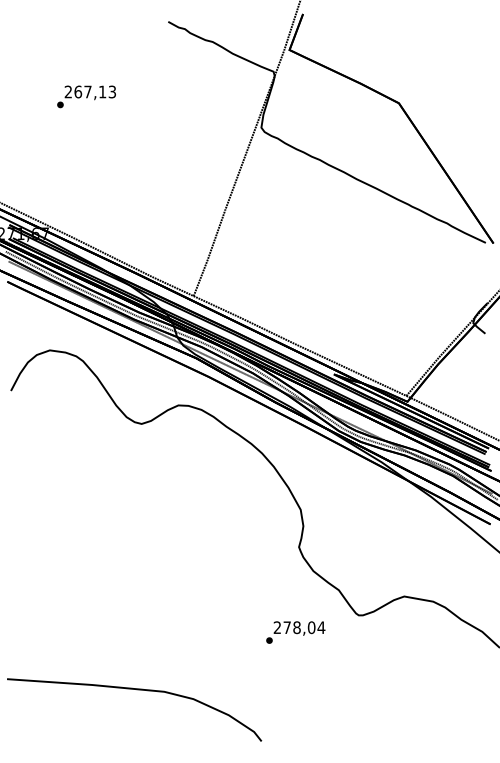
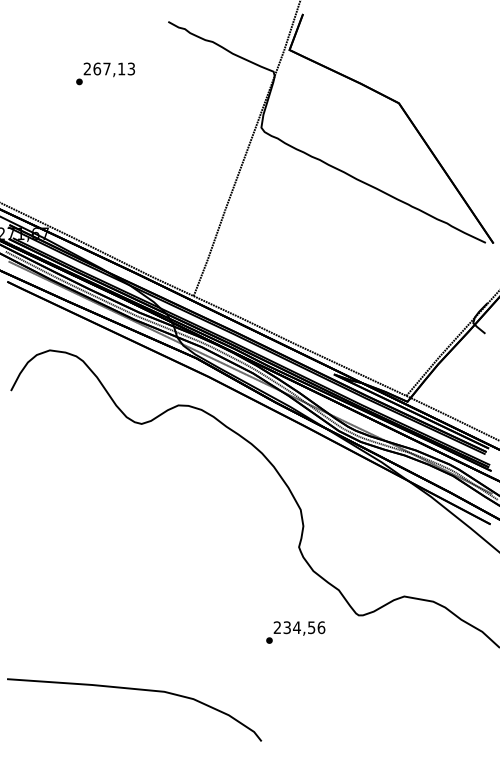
text at (86, 96) position: (86, 96) -> (105, 73)
text at (304, 627): 278,04 -> 234,56
